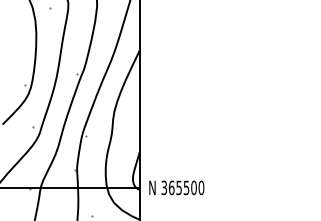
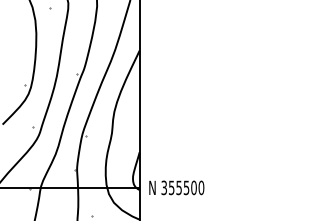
text at (171, 187): 365500 -> 355500
